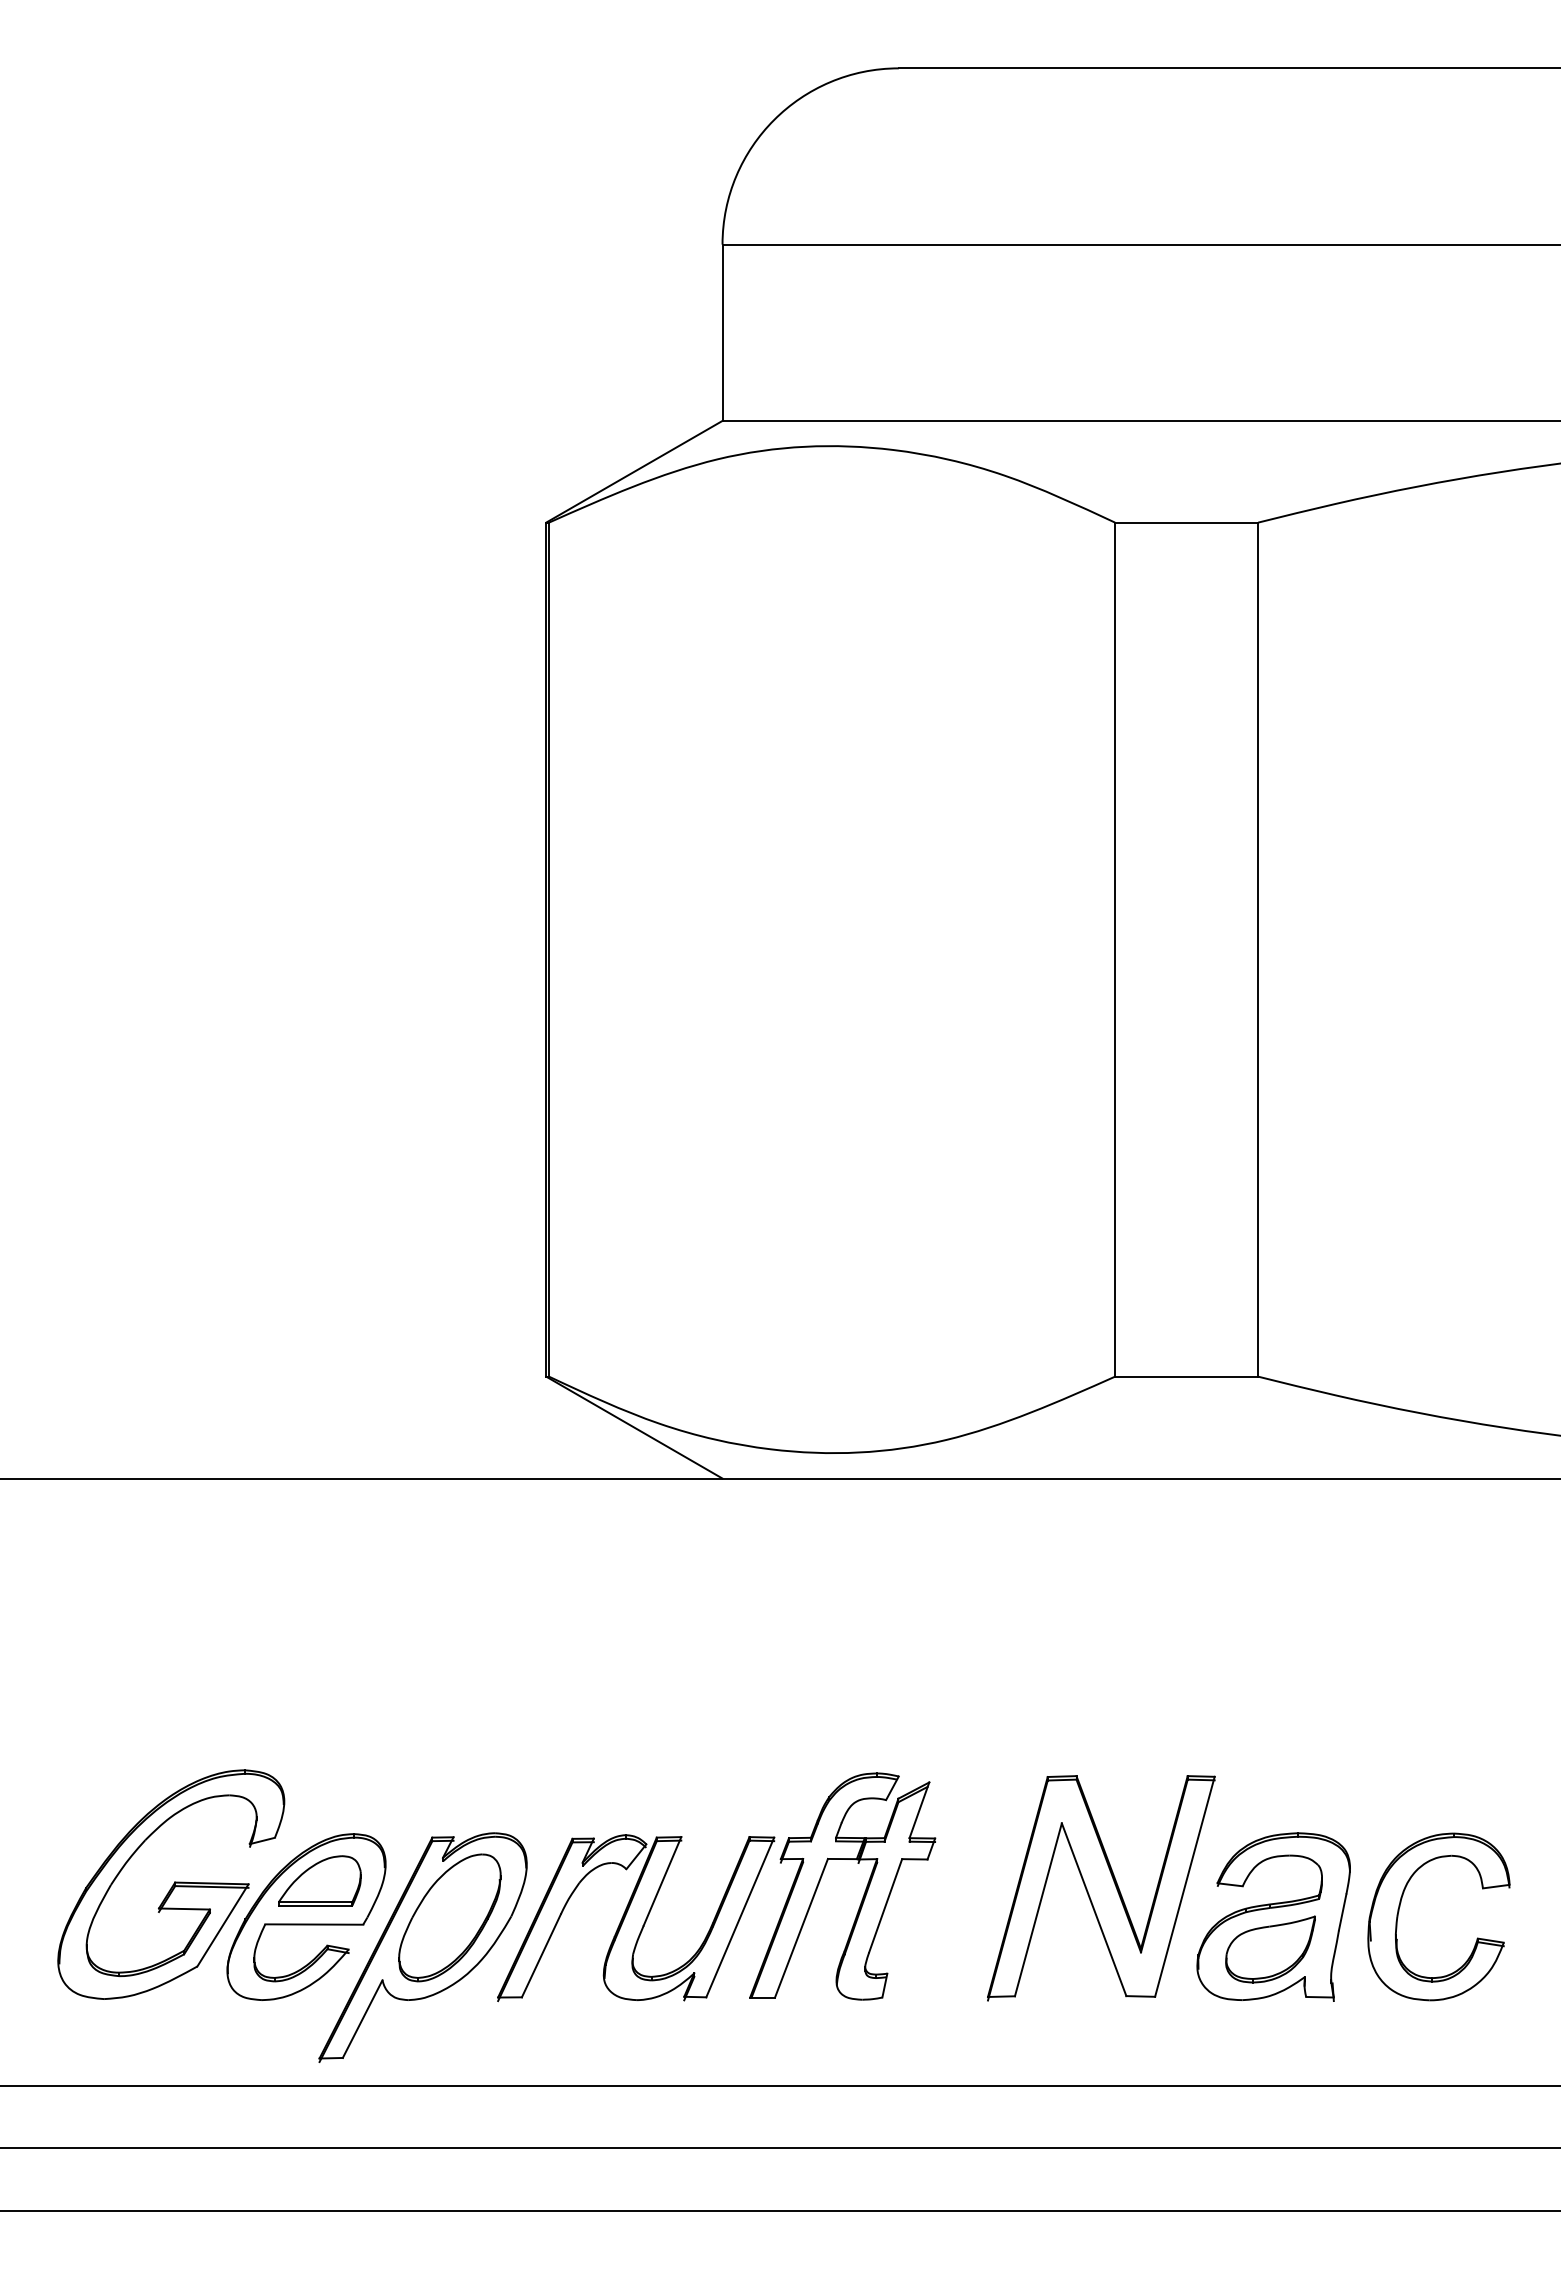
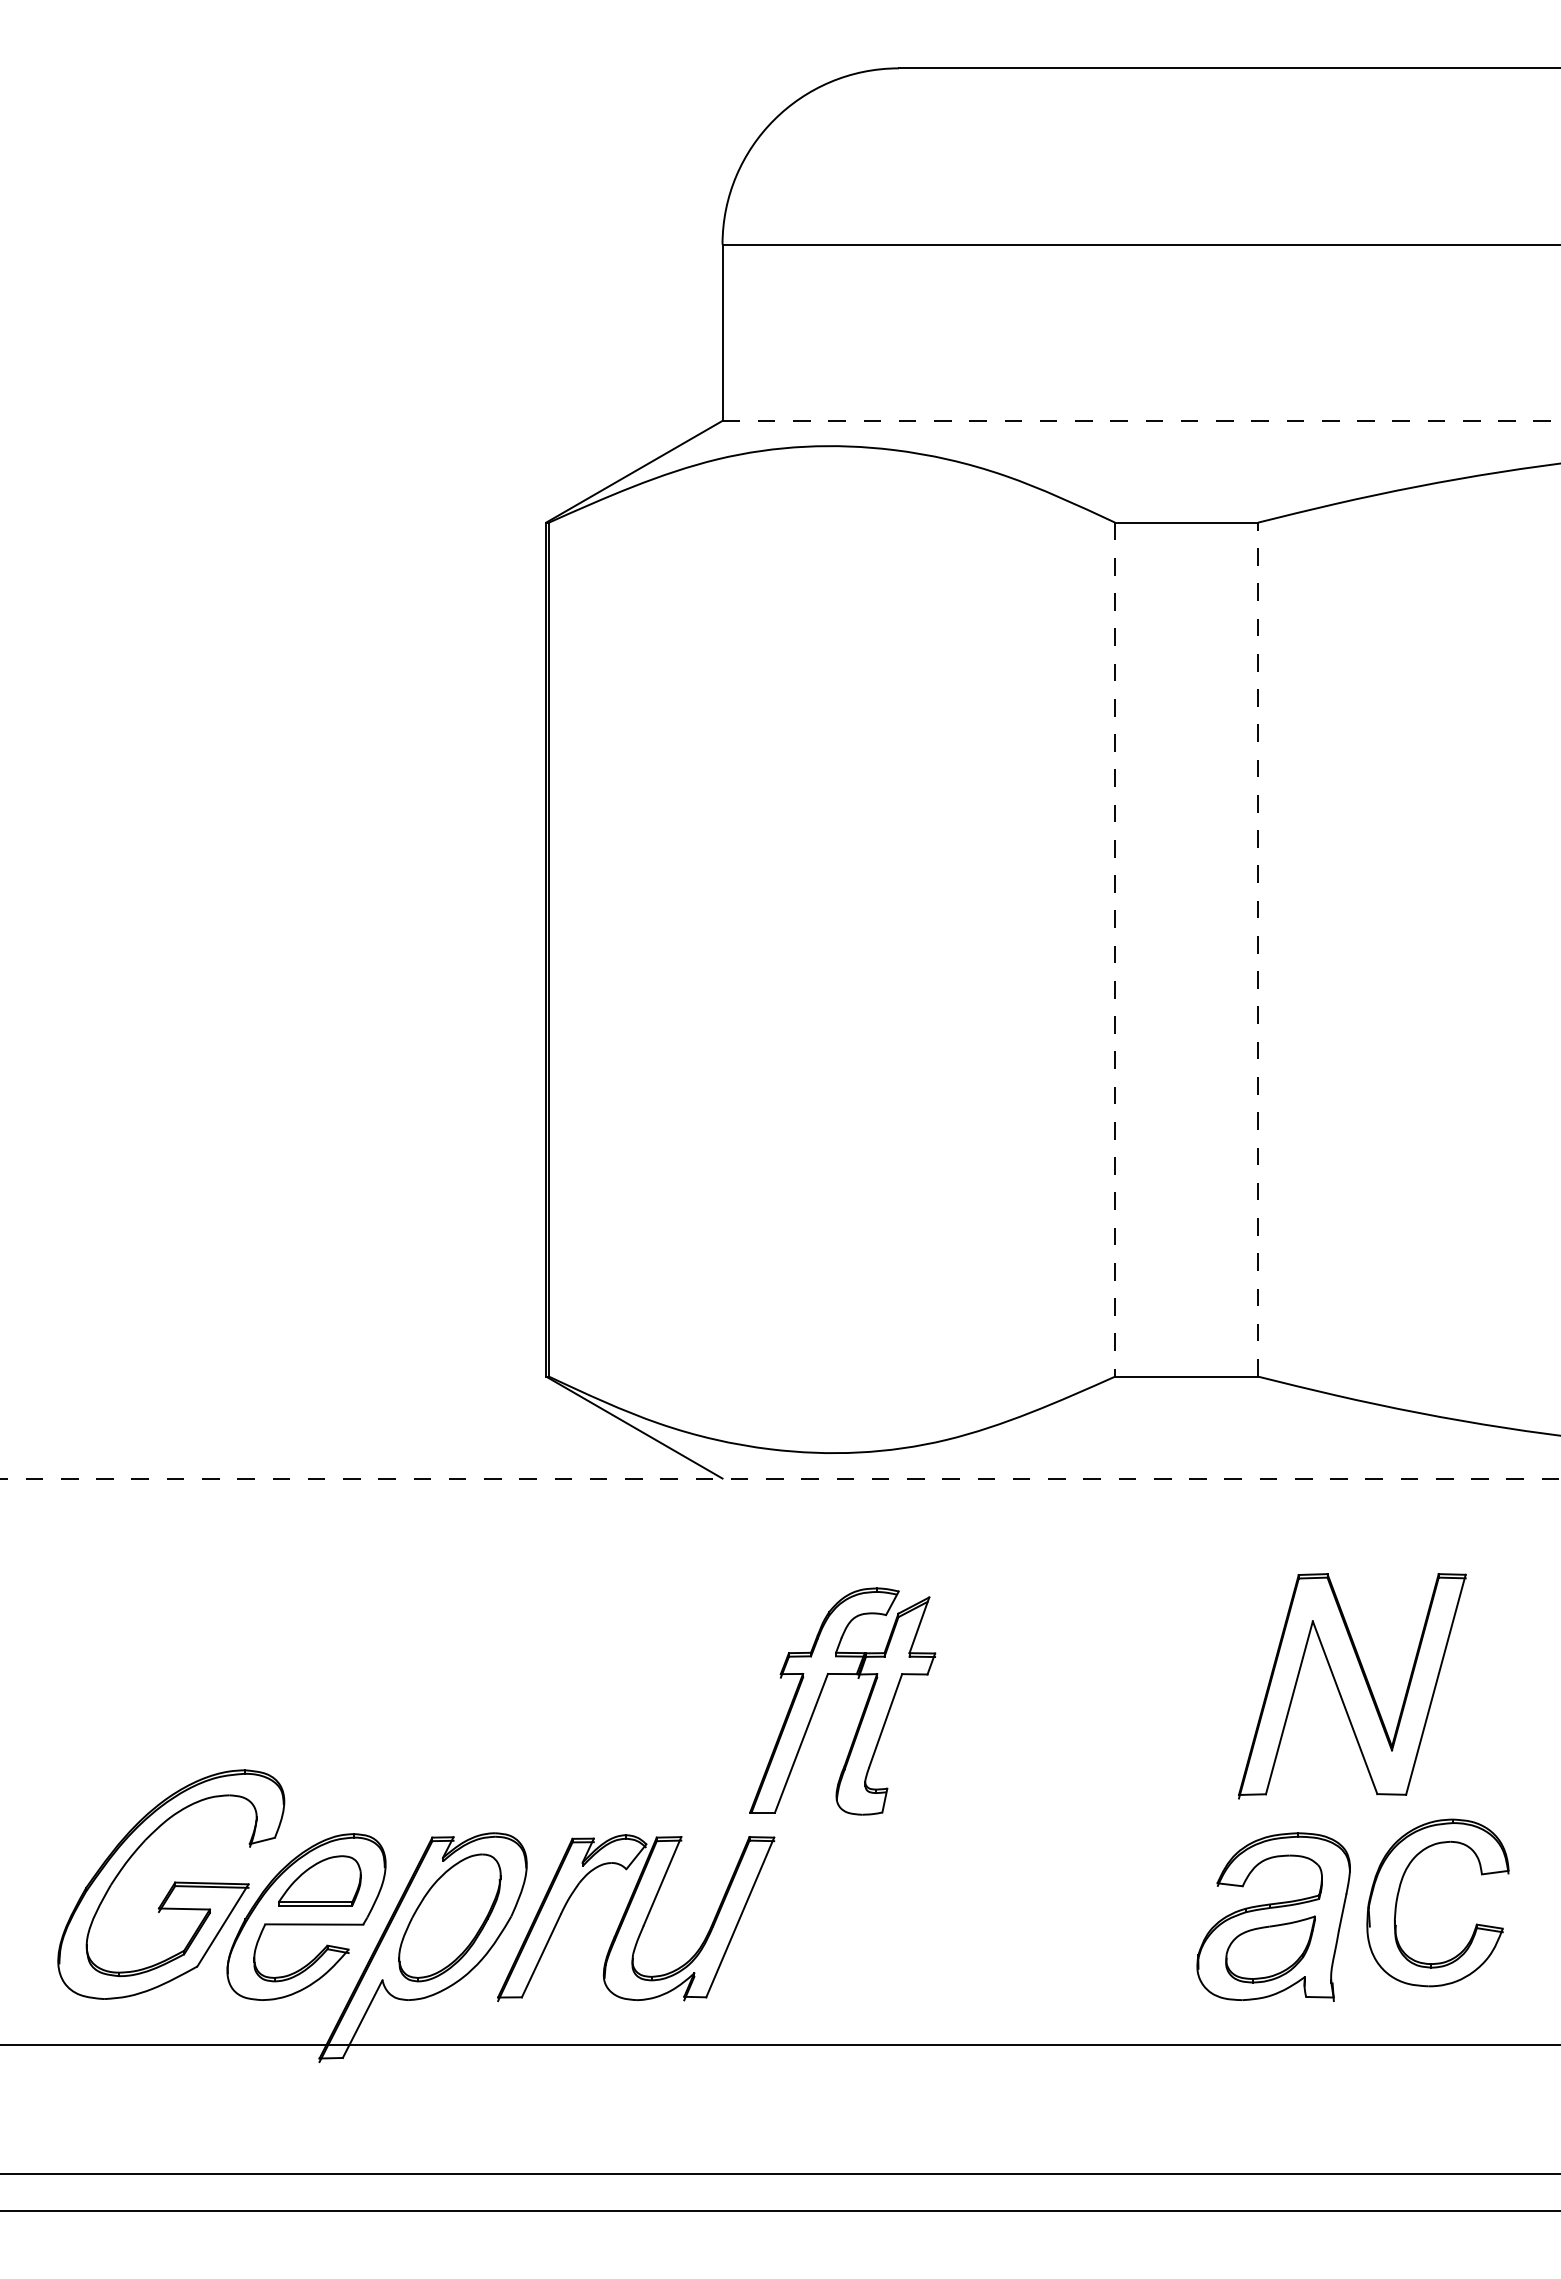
line at (1141, 420): solid -> dashed
line at (1258, 949): solid -> dashed
line at (1115, 950): solid -> dashed
line at (781, 1478): solid -> dashed
part at (821, 1879) position: (821, 1879) -> (821, 1694)
part at (1101, 1888) position: (1101, 1888) -> (1352, 1686)
part at (1400, 1907) position: (1400, 1907) -> (1399, 1893)
line at (779, 2086) position: (779, 2086) -> (779, 2045)
line at (779, 2148) position: (779, 2148) -> (779, 2174)
